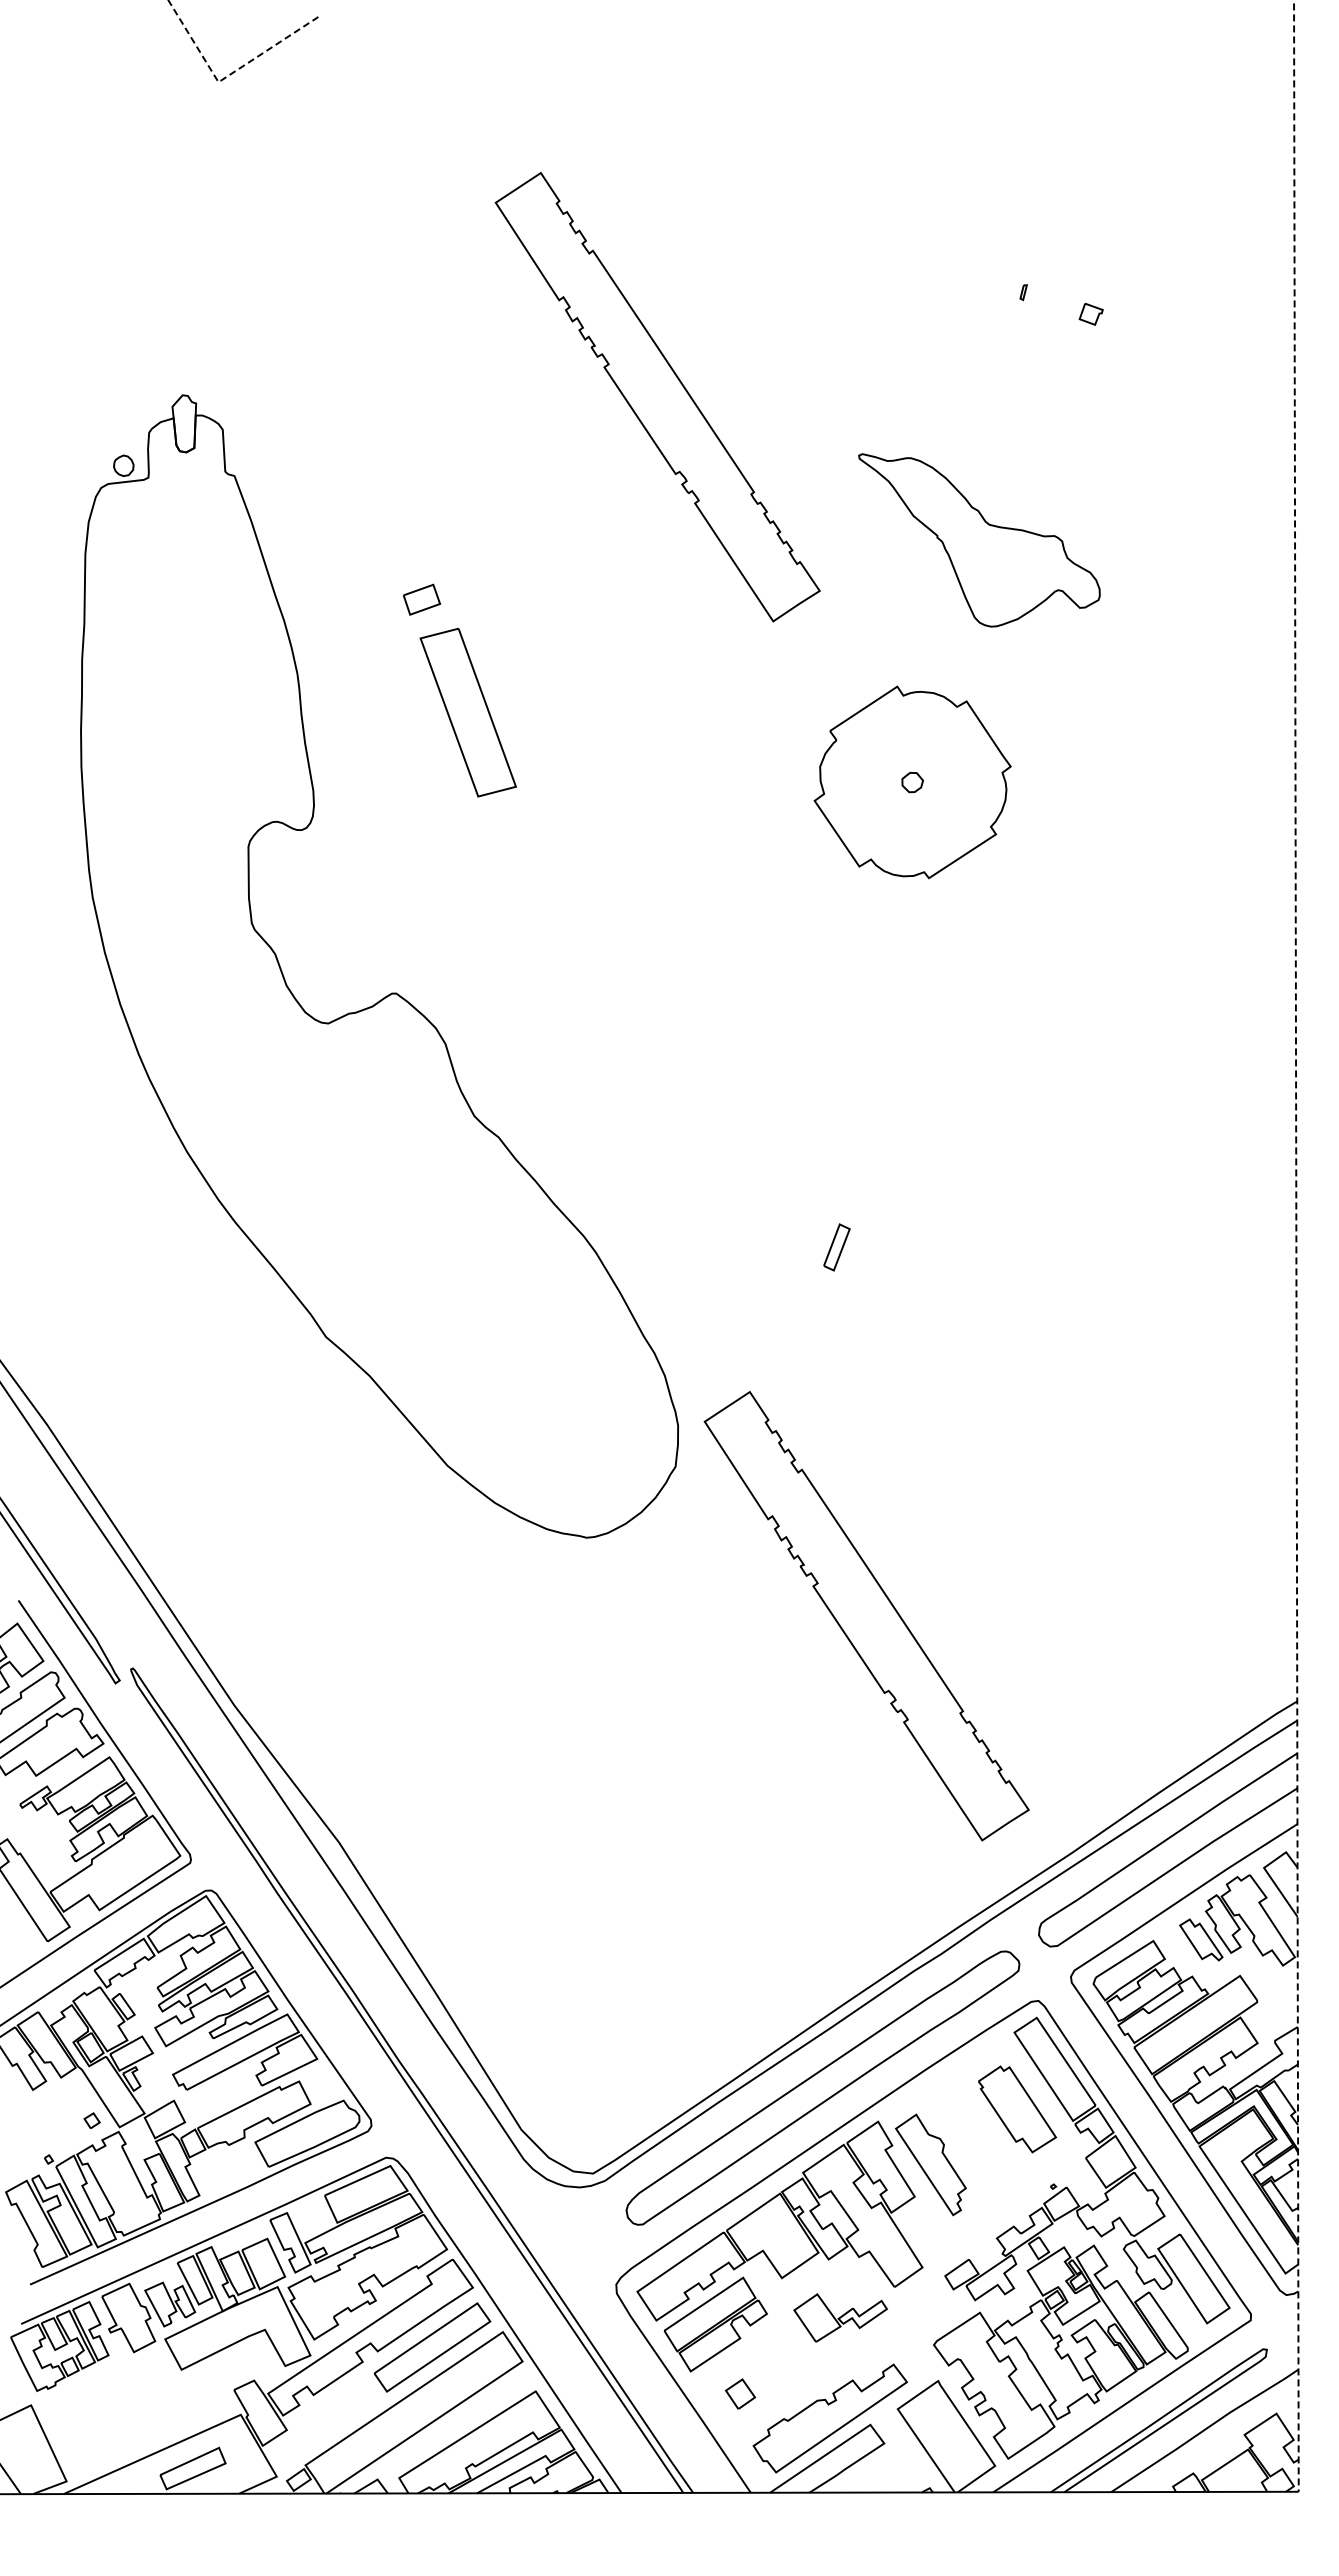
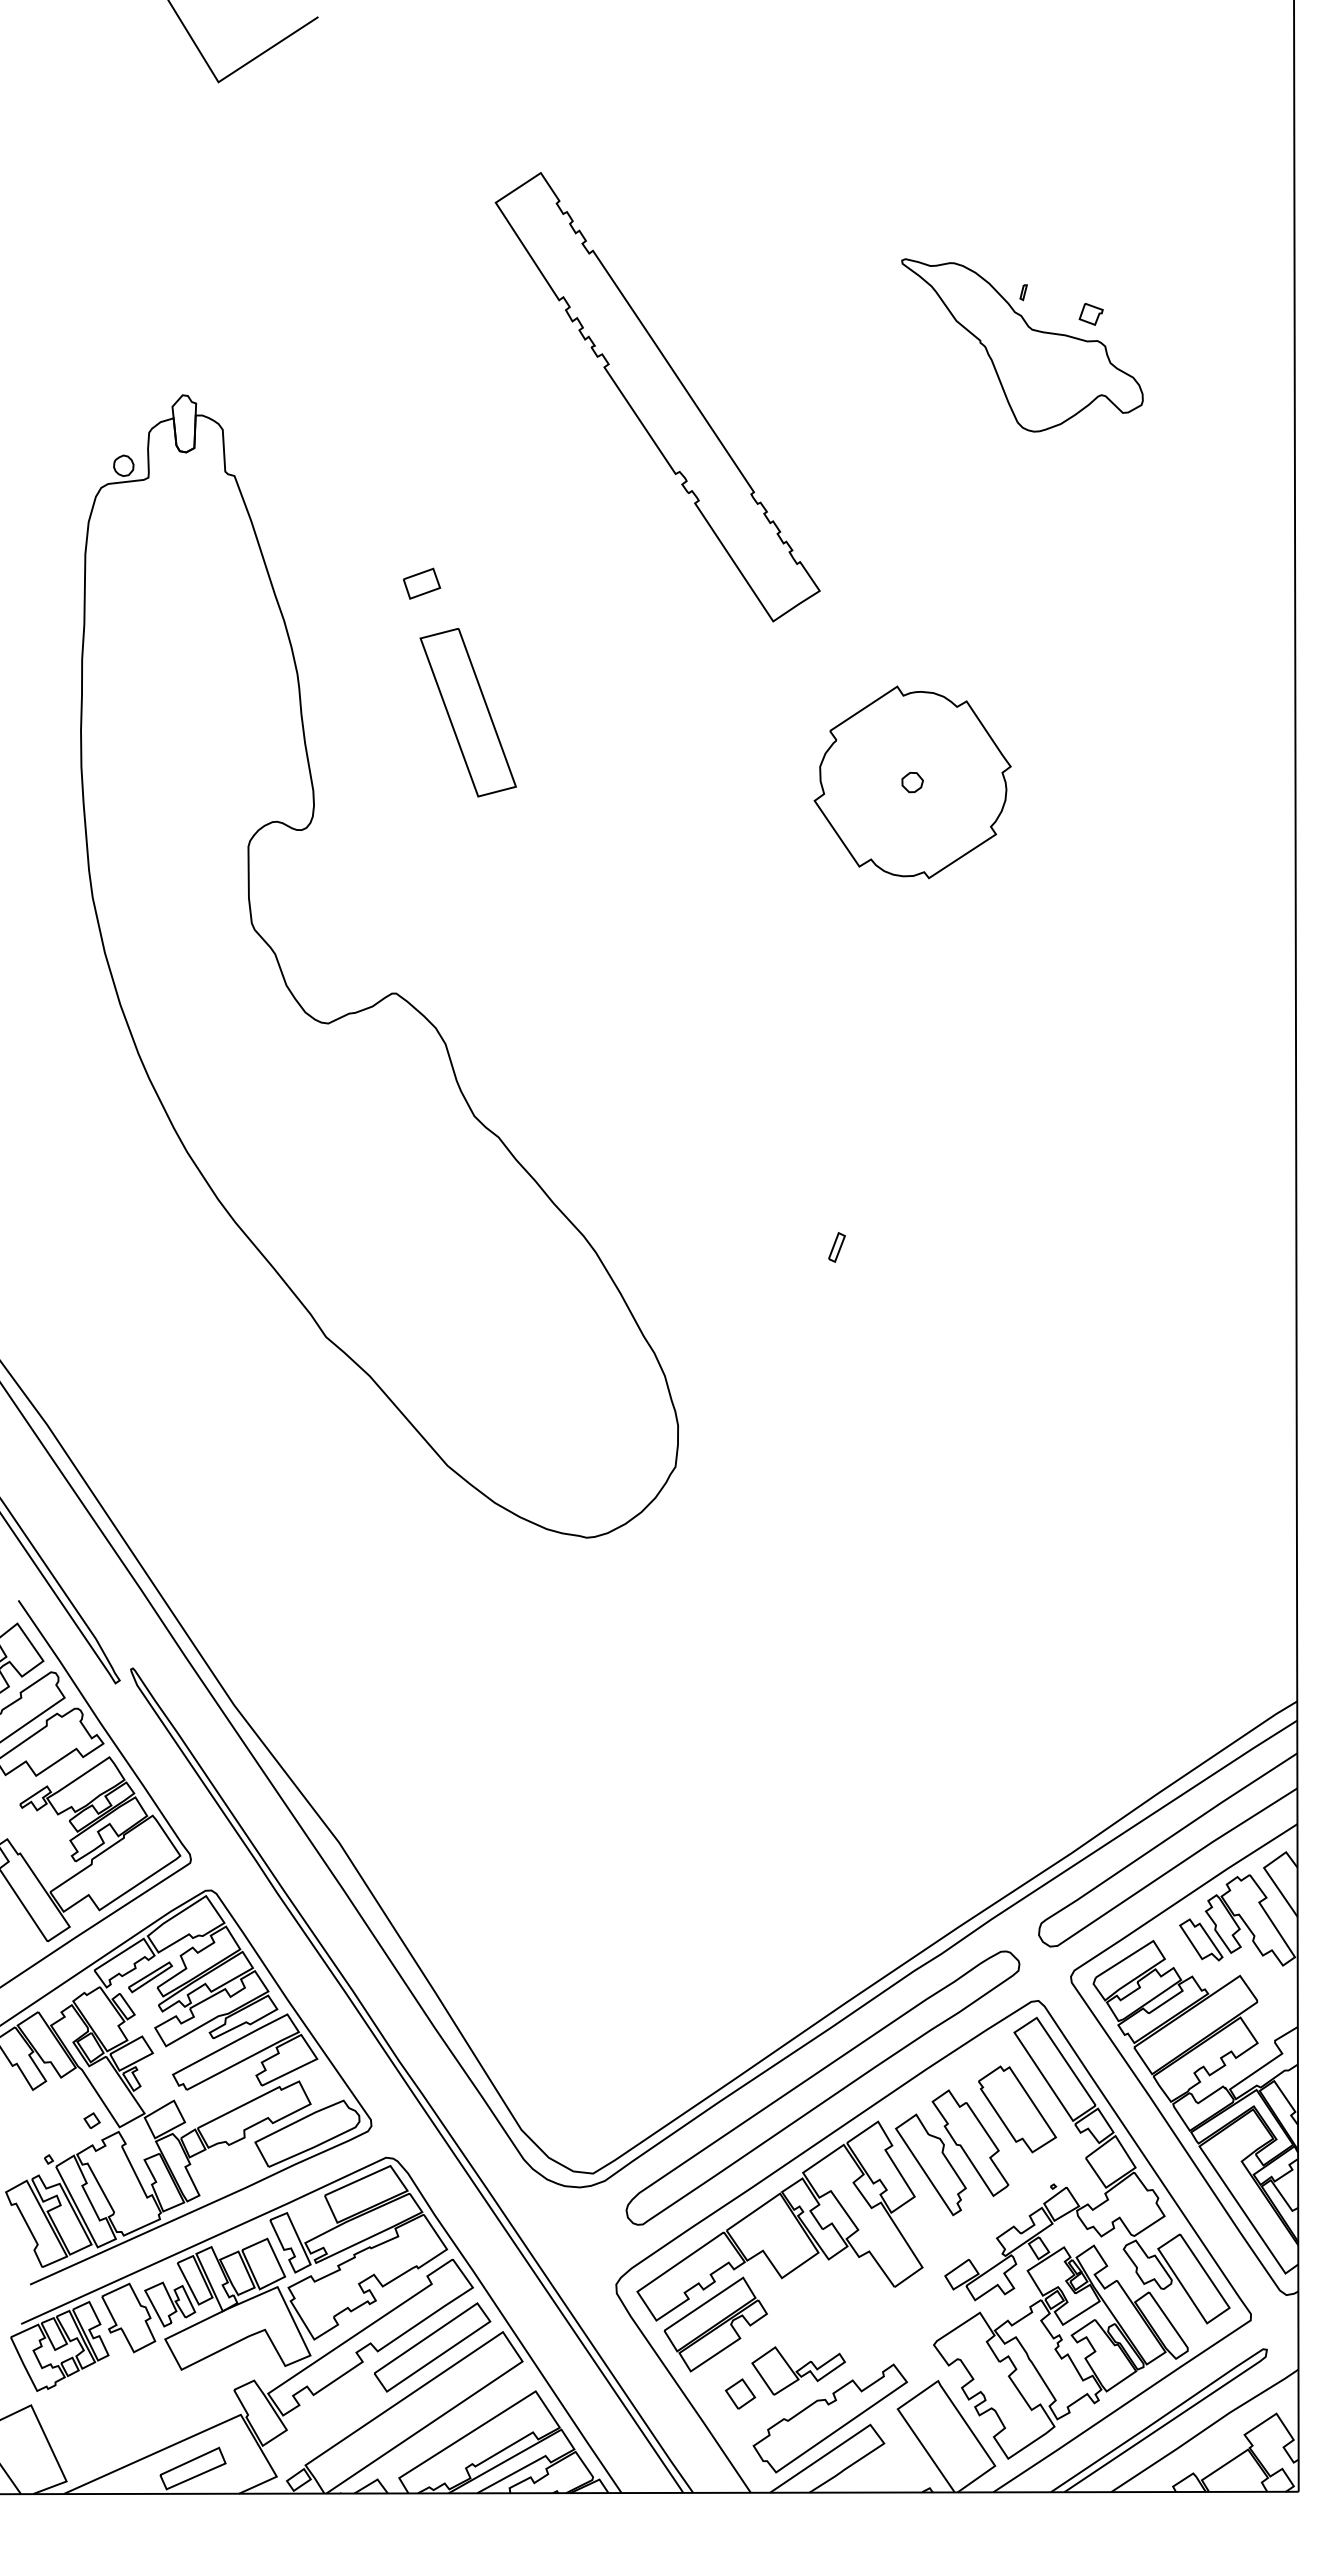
line at (227, 76): dashed -> solid
part at (979, 540) position: (979, 540) -> (1022, 345)
part at (422, 599) position: (422, 599) -> (422, 583)
line at (1296, 1245): dashed -> solid
part at (836, 1247) size: 28x49 px -> 18x31 px
part at (866, 1616): present -> none
part at (150, 1977): none -> present
part at (970, 2142): none -> present
part at (840, 2317) position: (840, 2317) -> (798, 2370)
